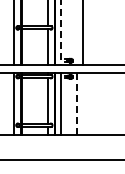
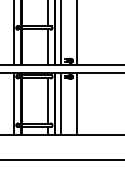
line at (60, 33): dashed -> solid
line at (83, 33) position: (83, 33) -> (77, 33)
line at (77, 104): dashed -> solid
